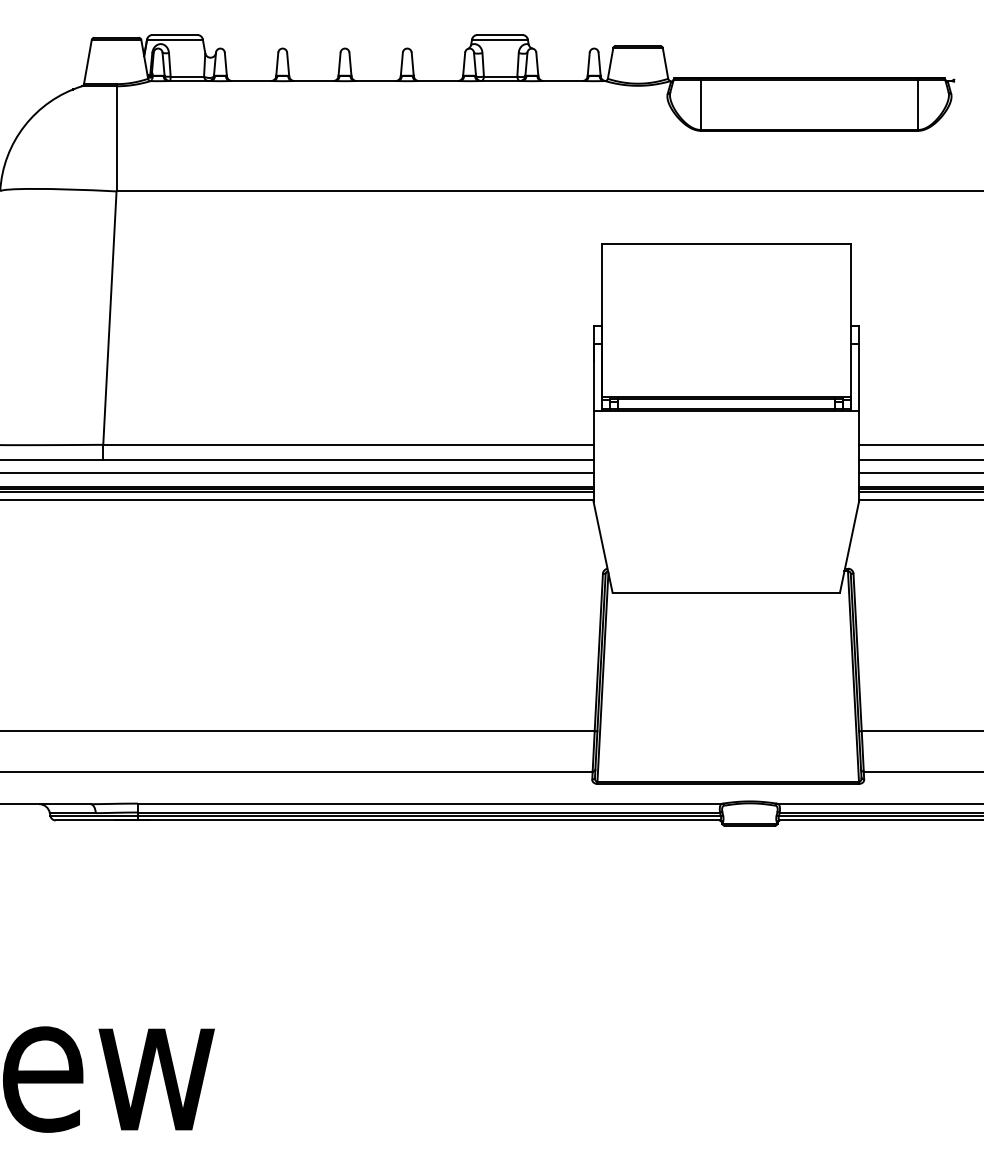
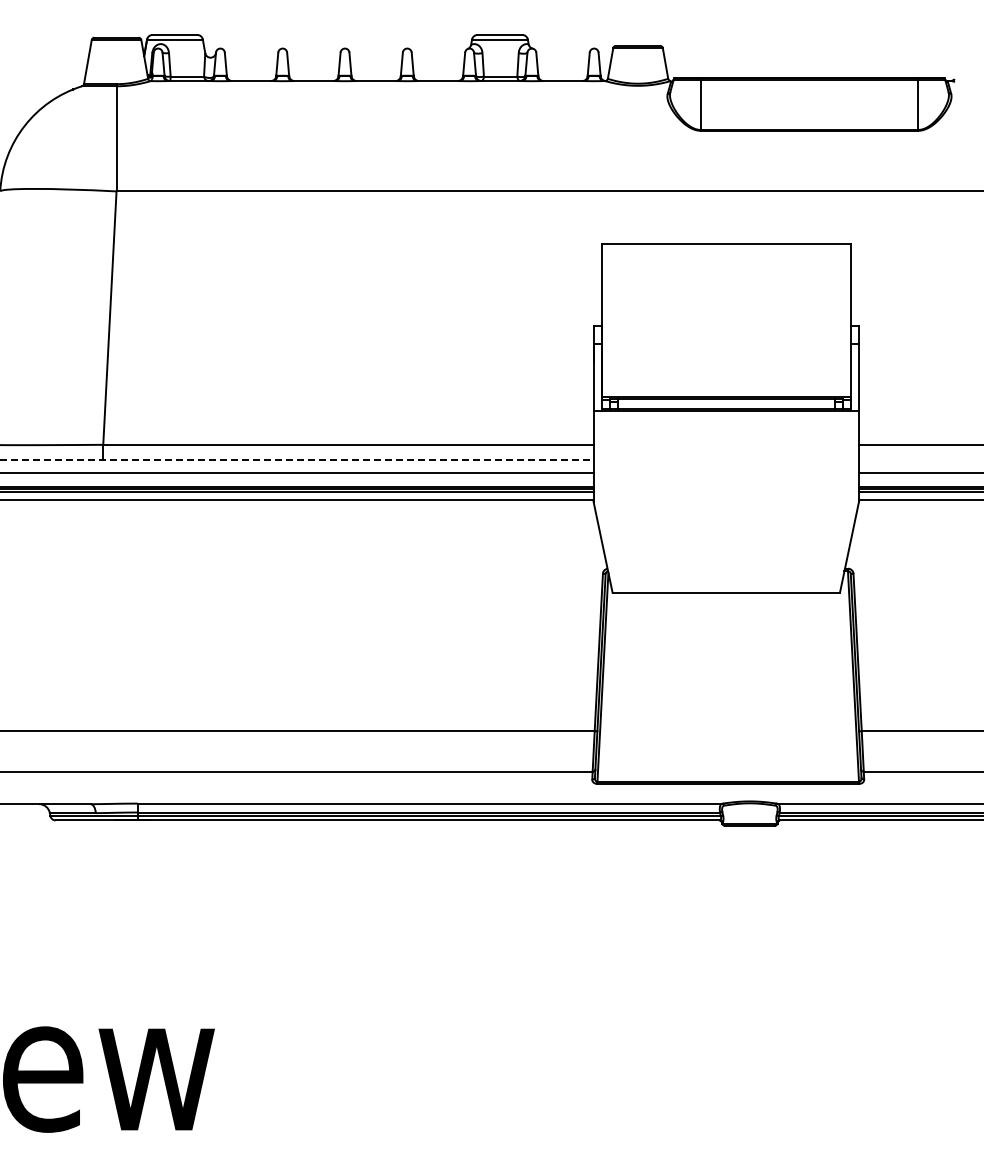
line at (296, 460): solid -> dashed
line at (919, 460): present -> none
